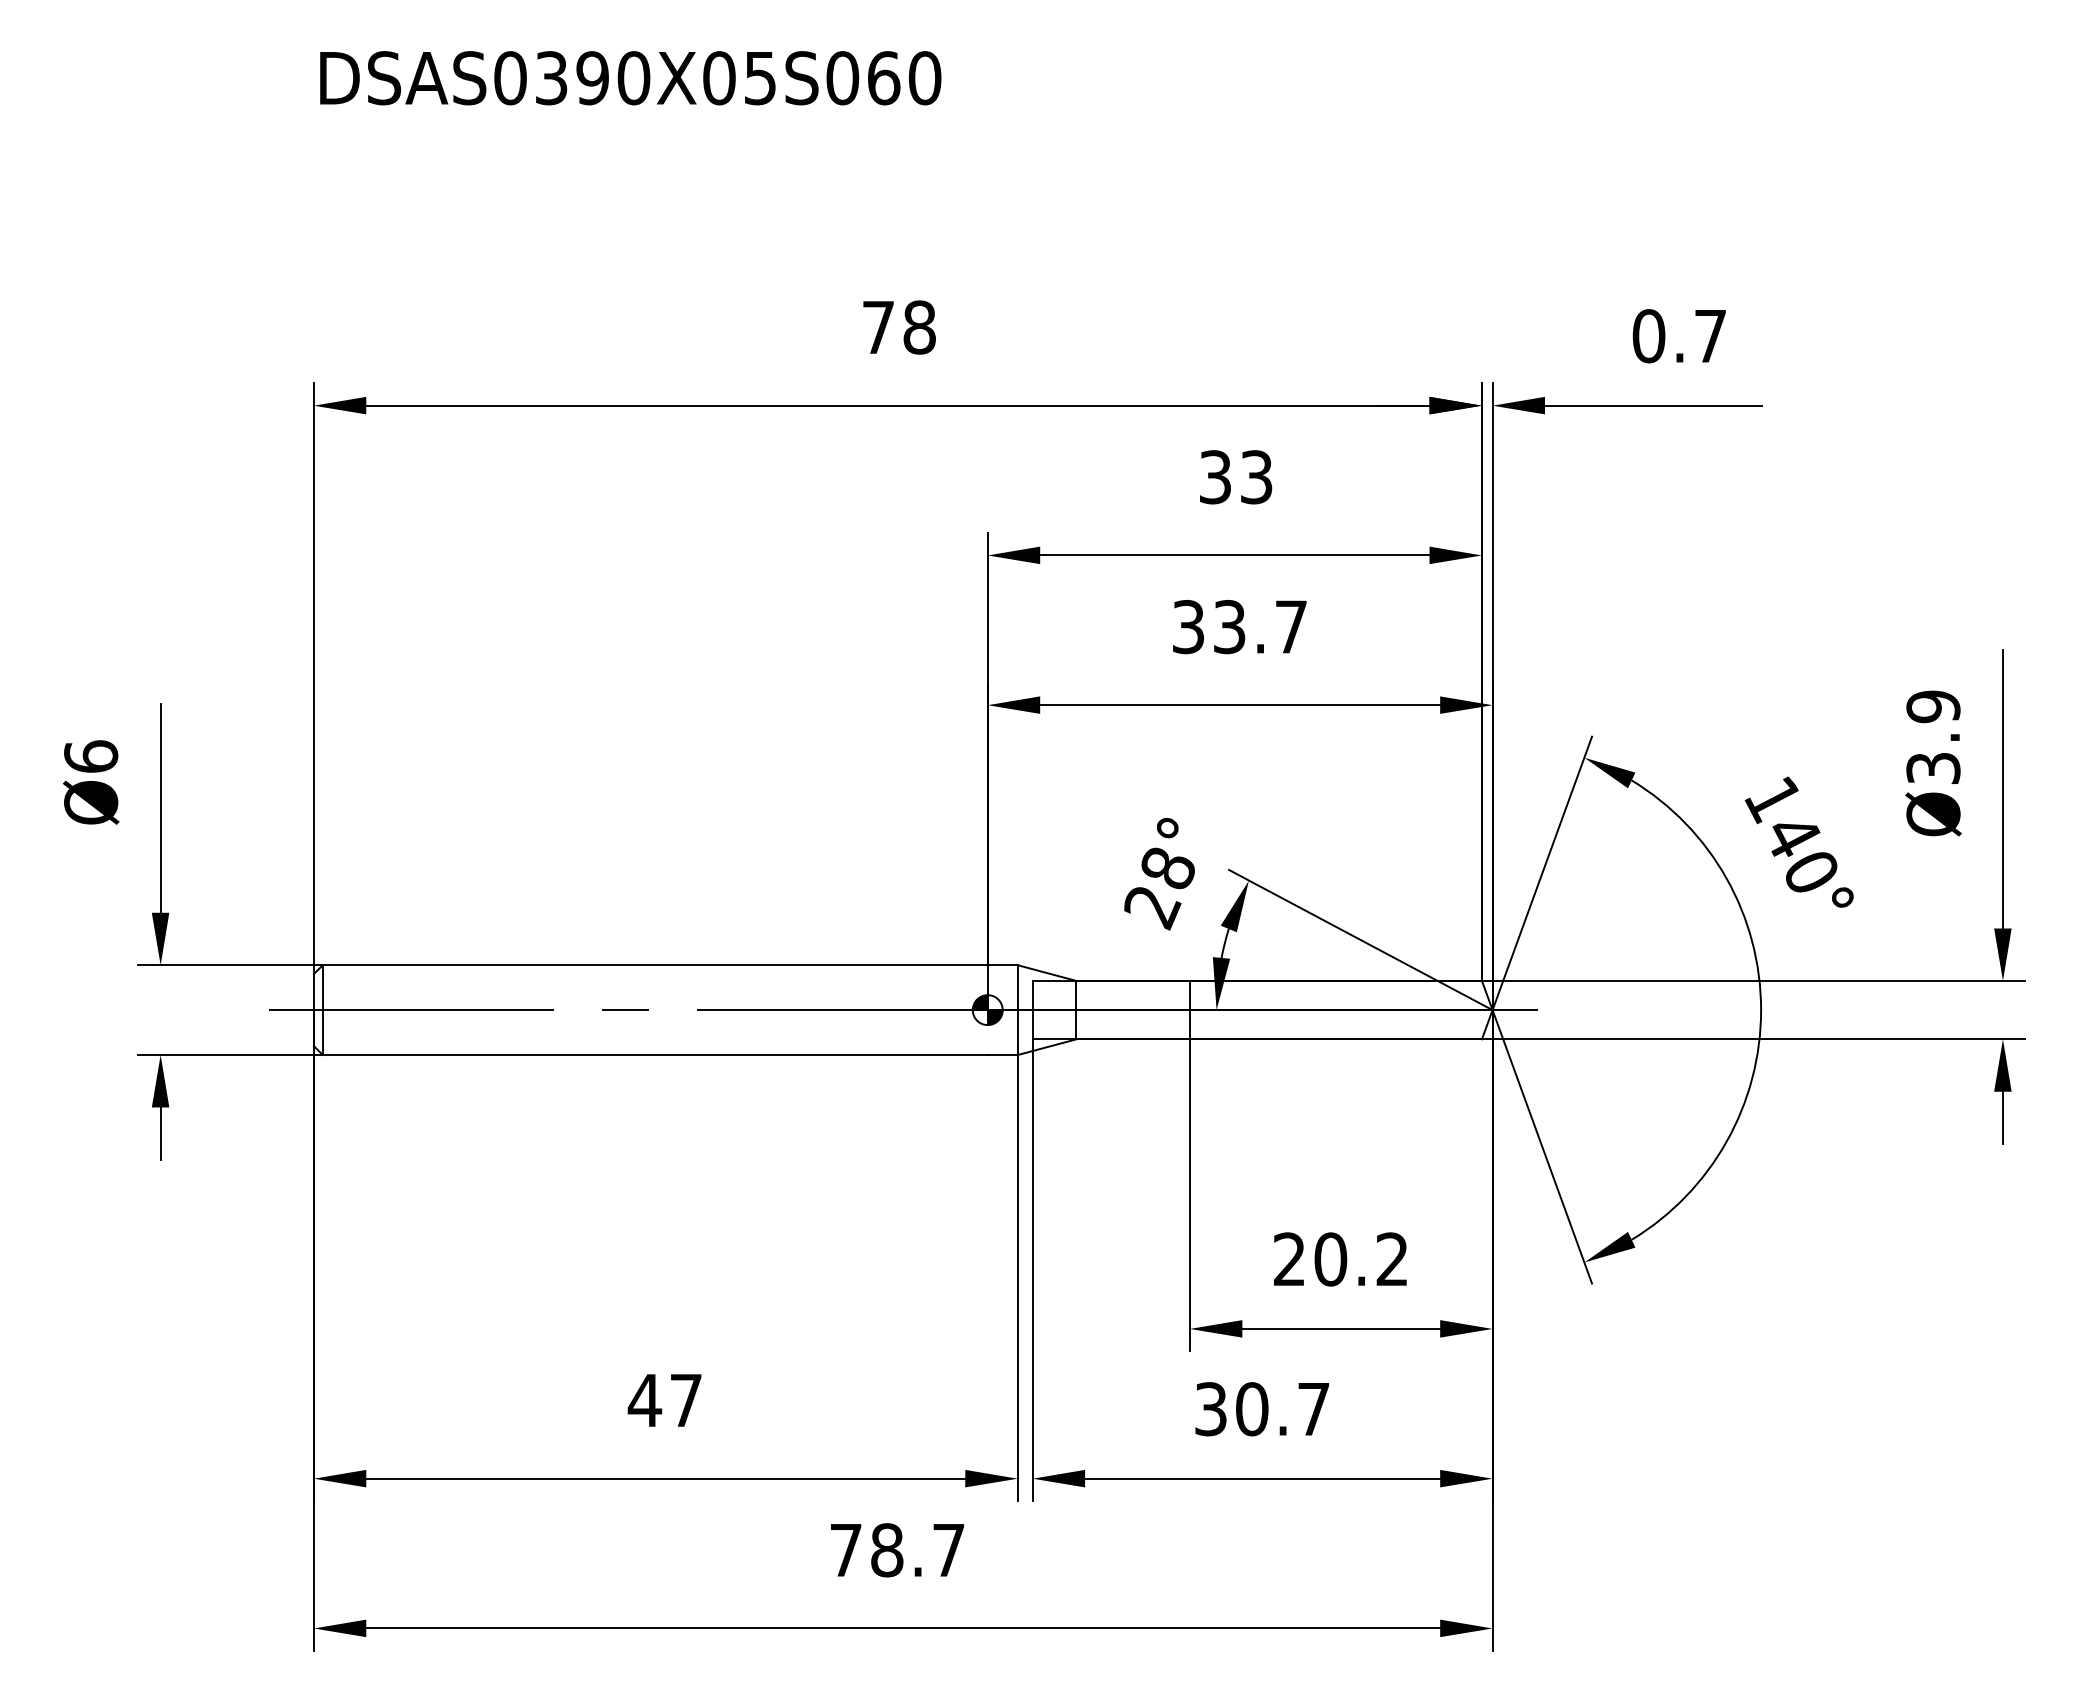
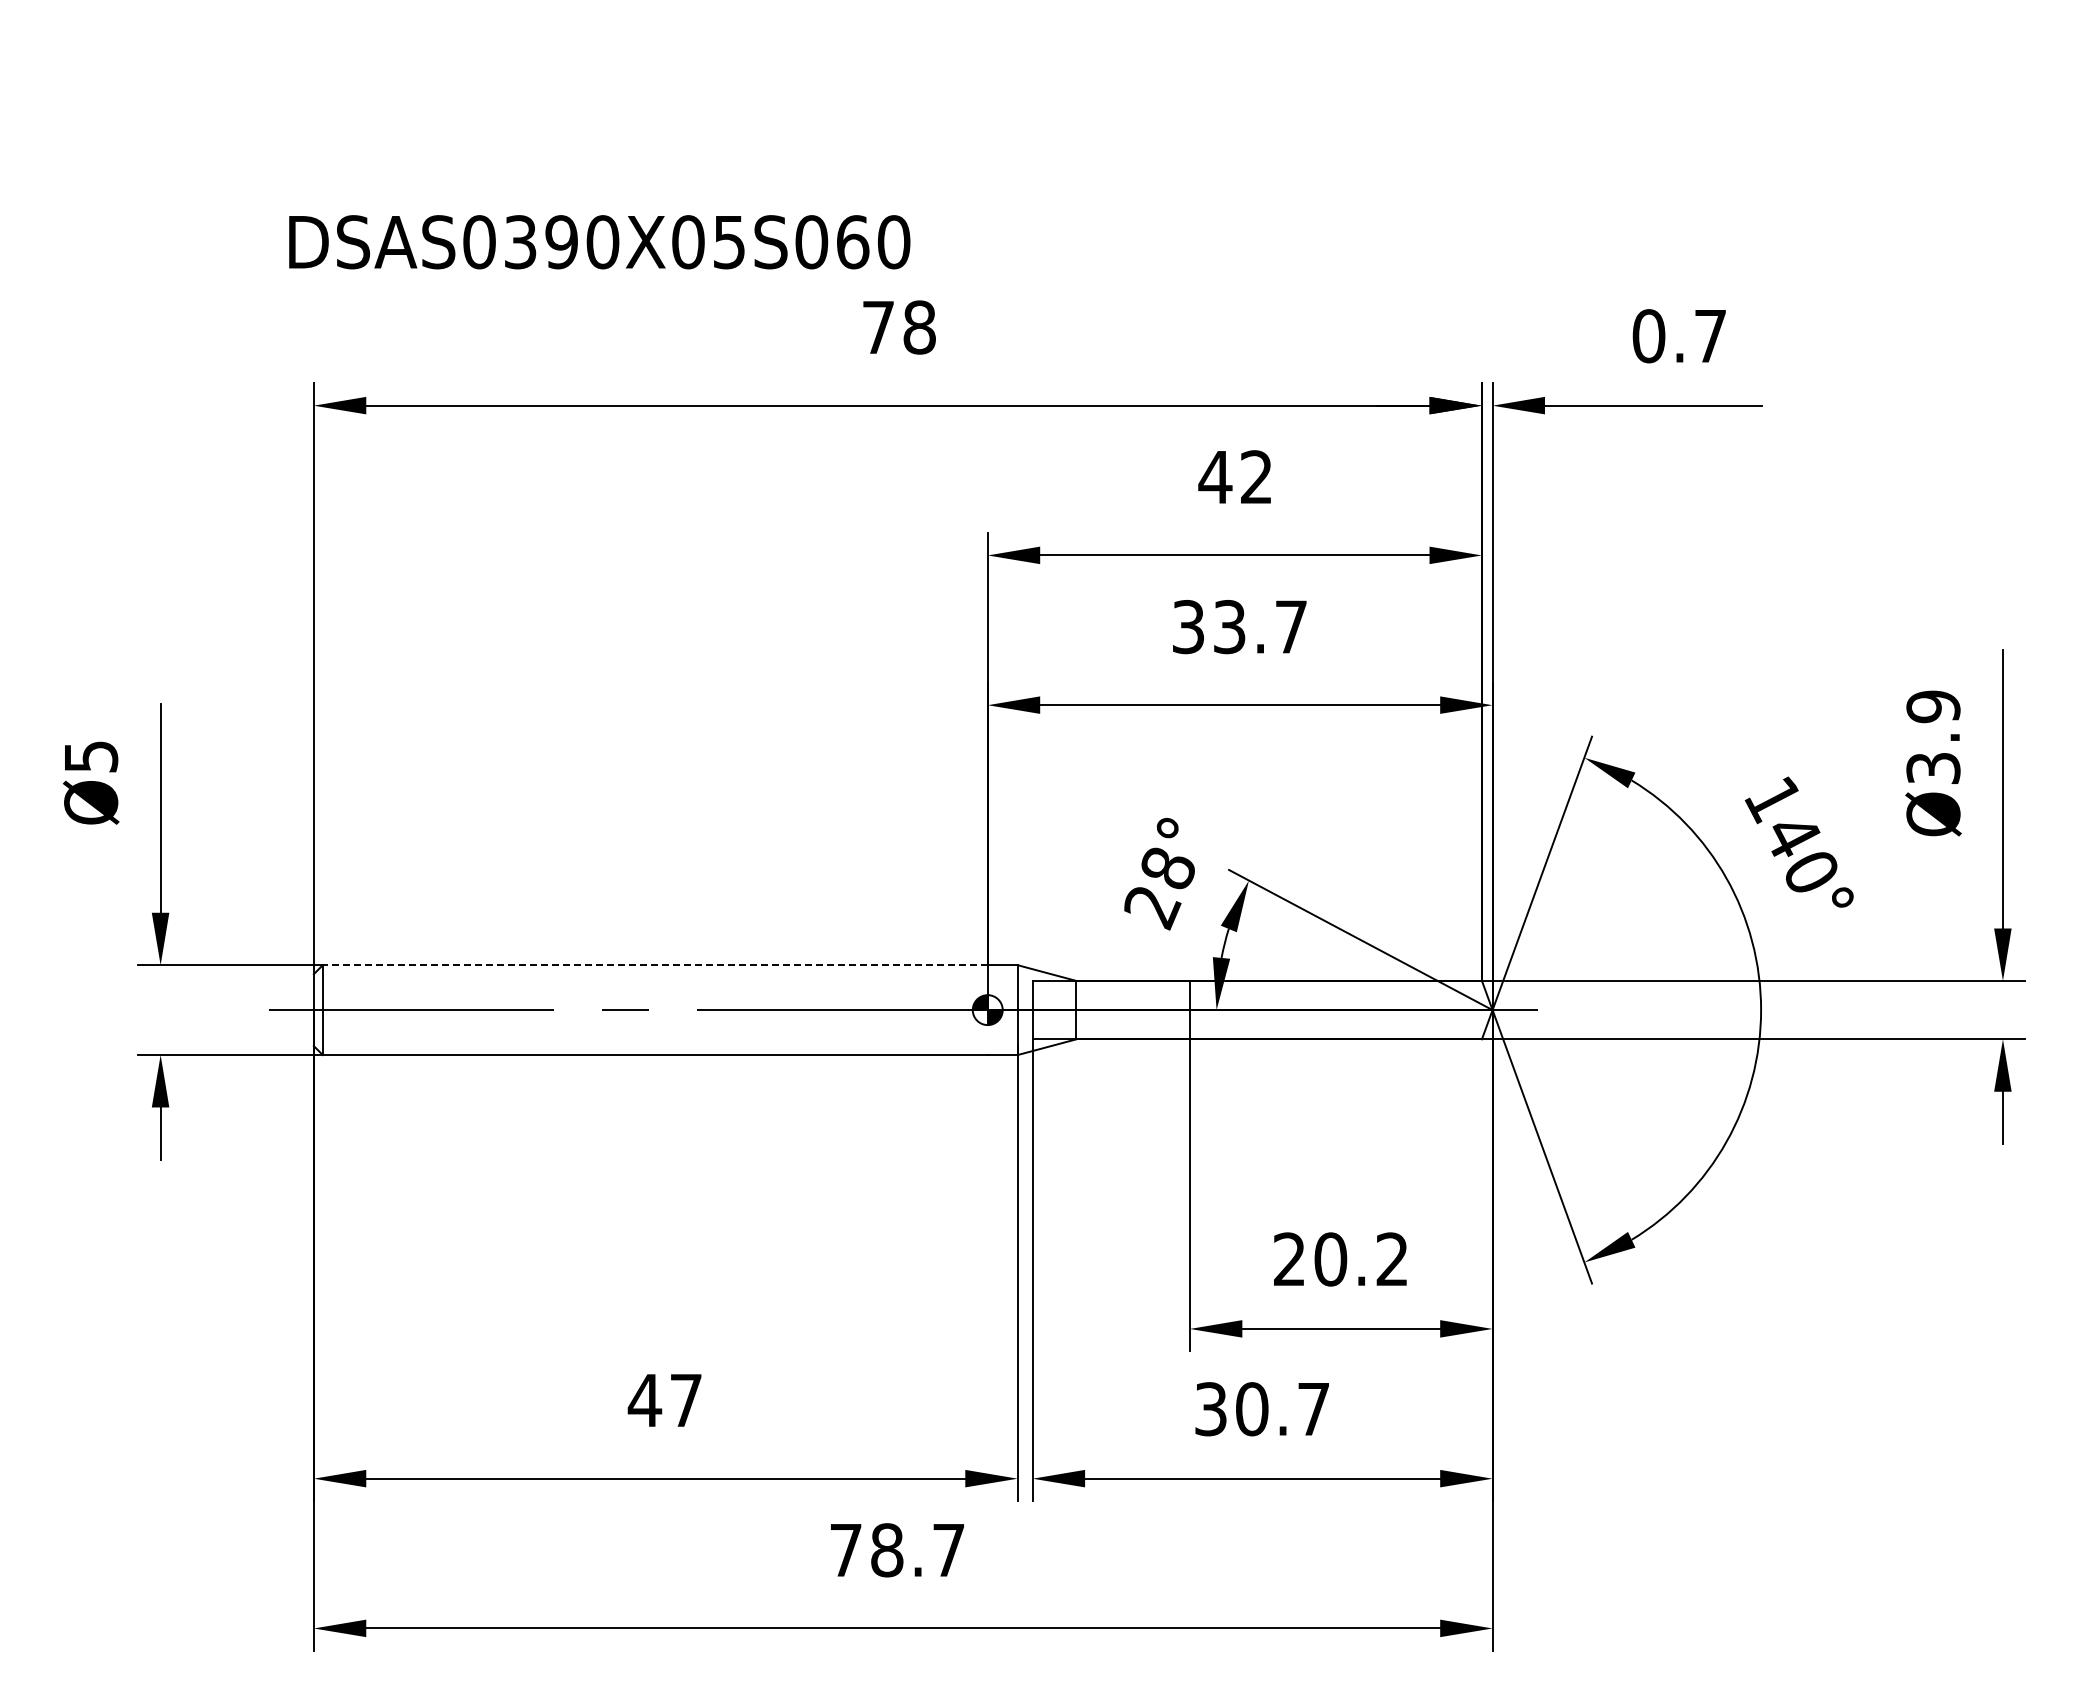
text at (630, 78) position: (630, 78) -> (599, 242)
text at (1235, 477): 33 -> 42
text at (91, 756): Ø6 -> Ø5
line at (654, 965): solid -> dashed
